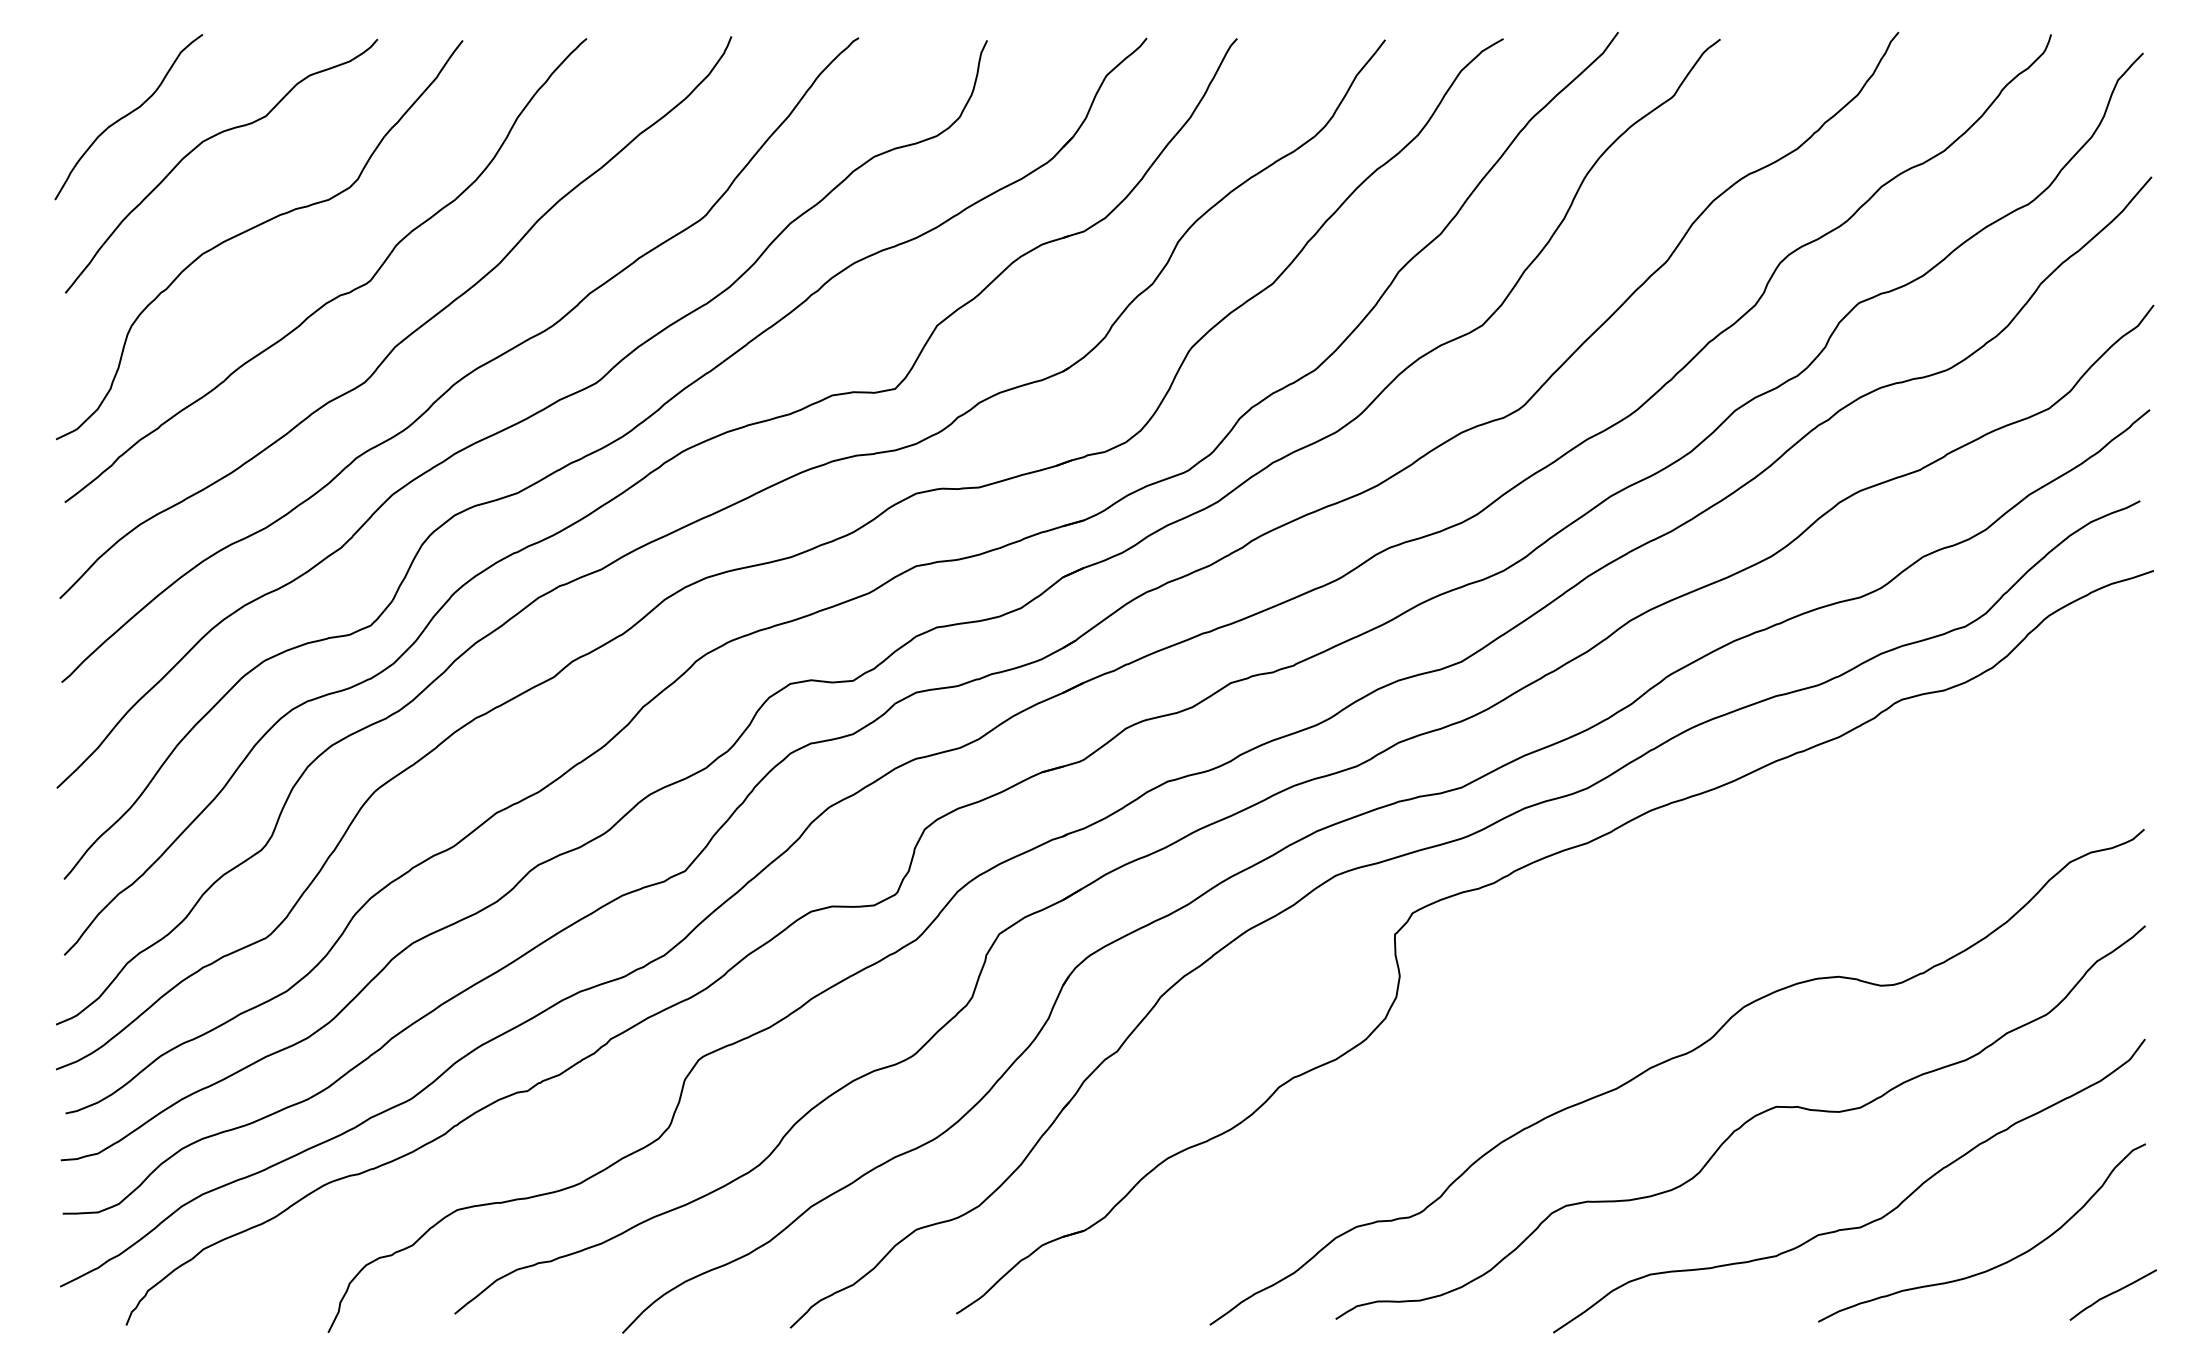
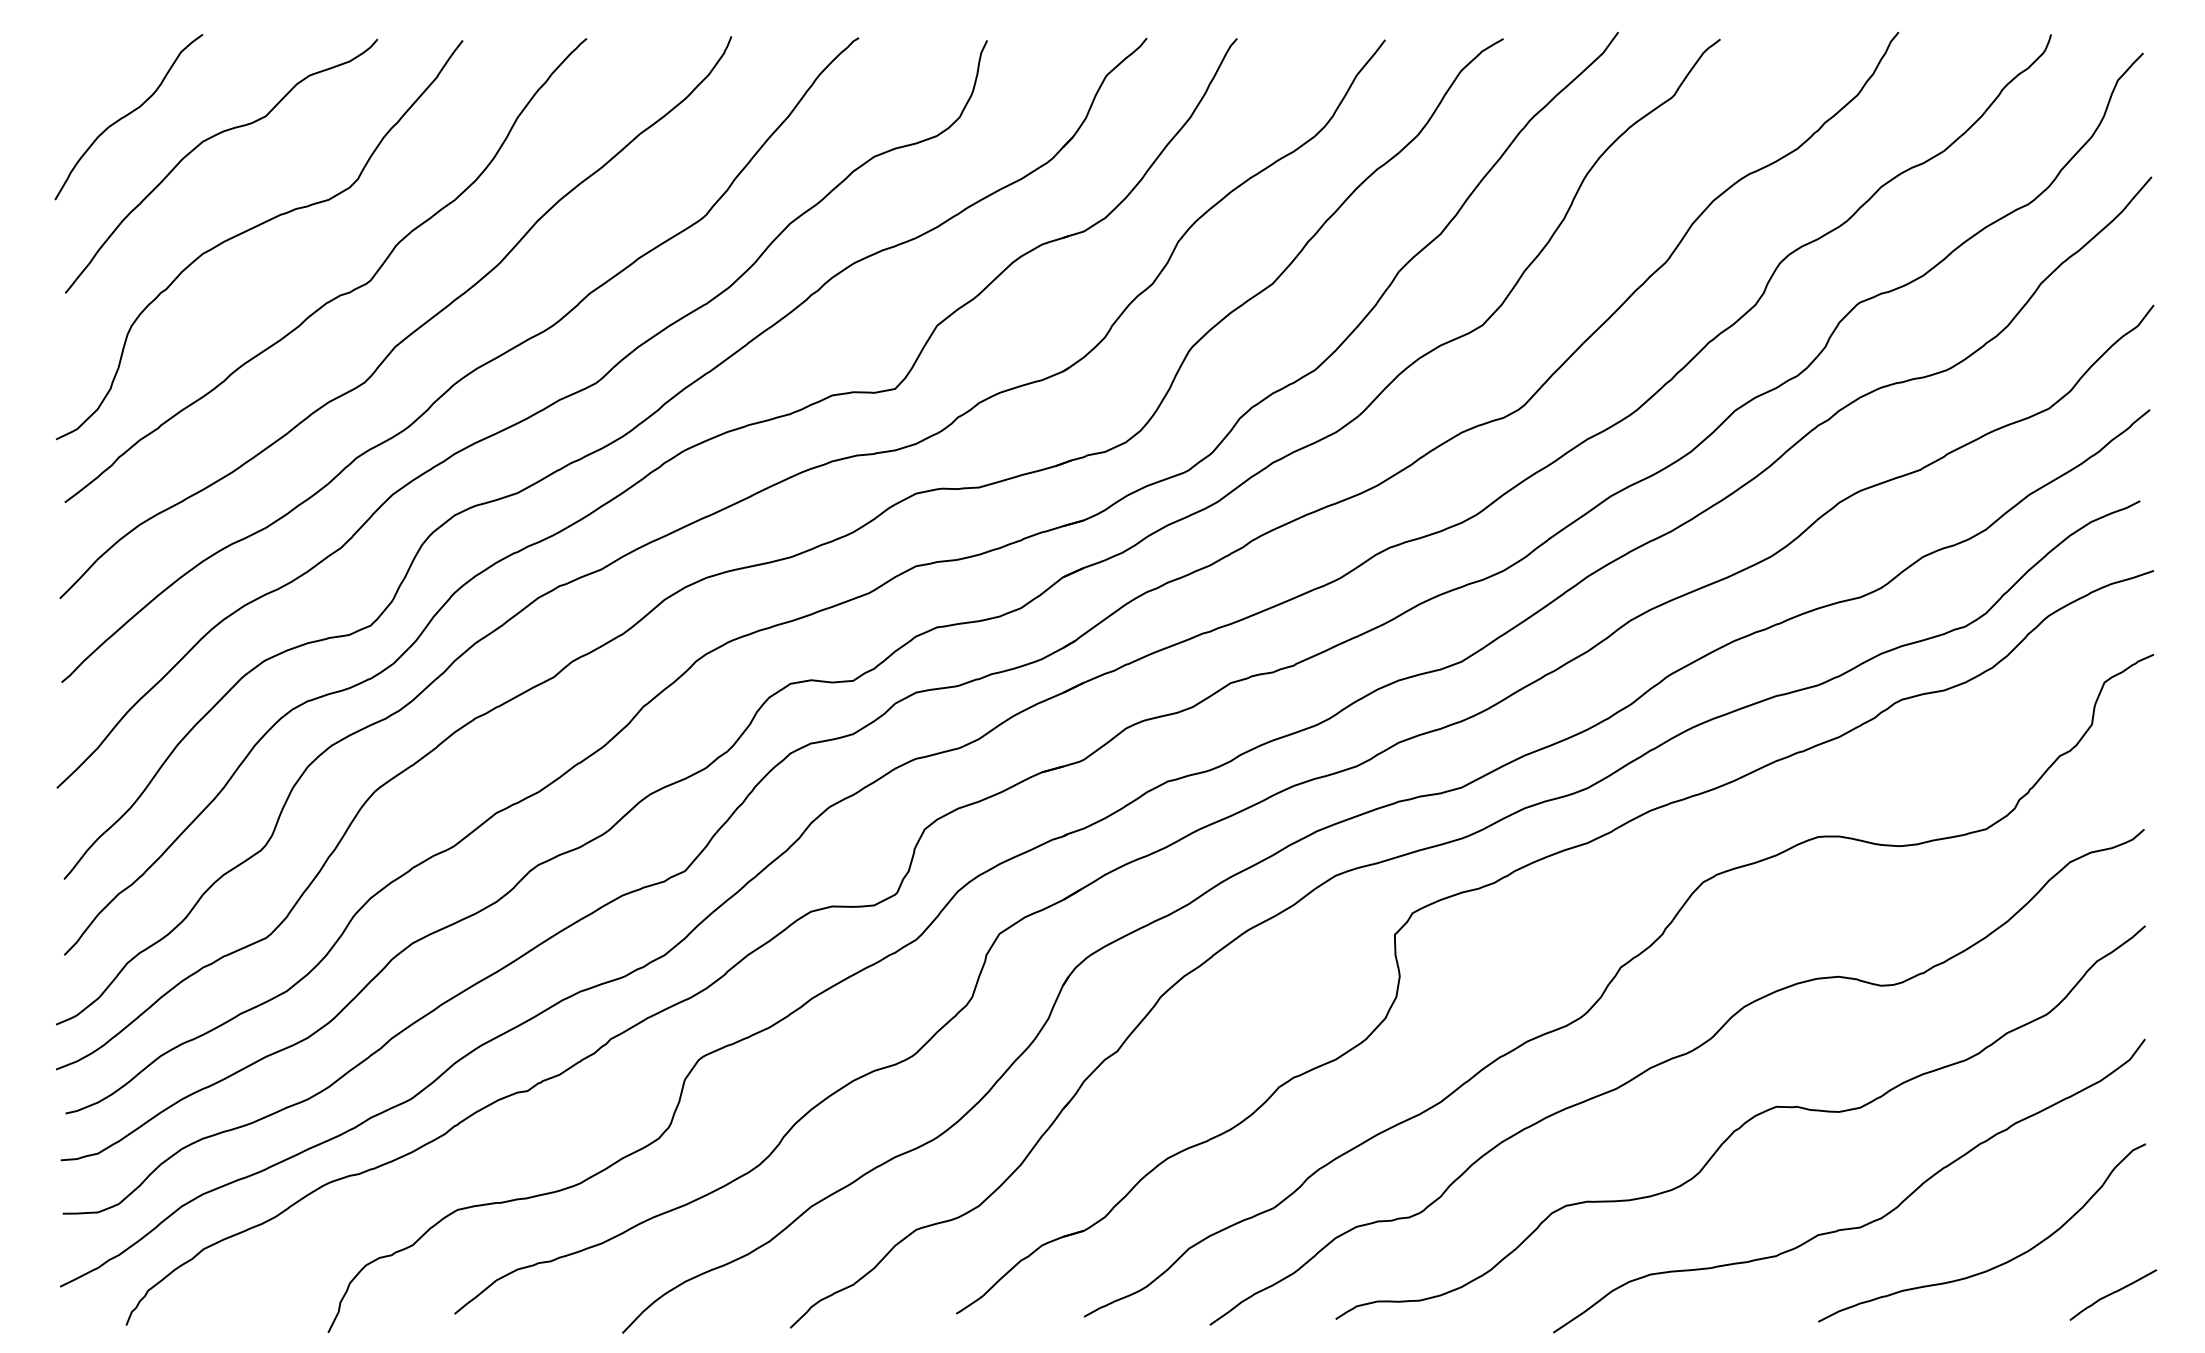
curve at (1613, 980): none -> present
